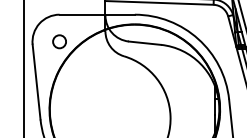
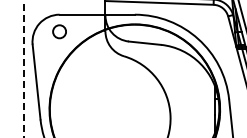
circle at (59, 41) position: (59, 41) -> (59, 31)
line at (23, 68): solid -> dashed
